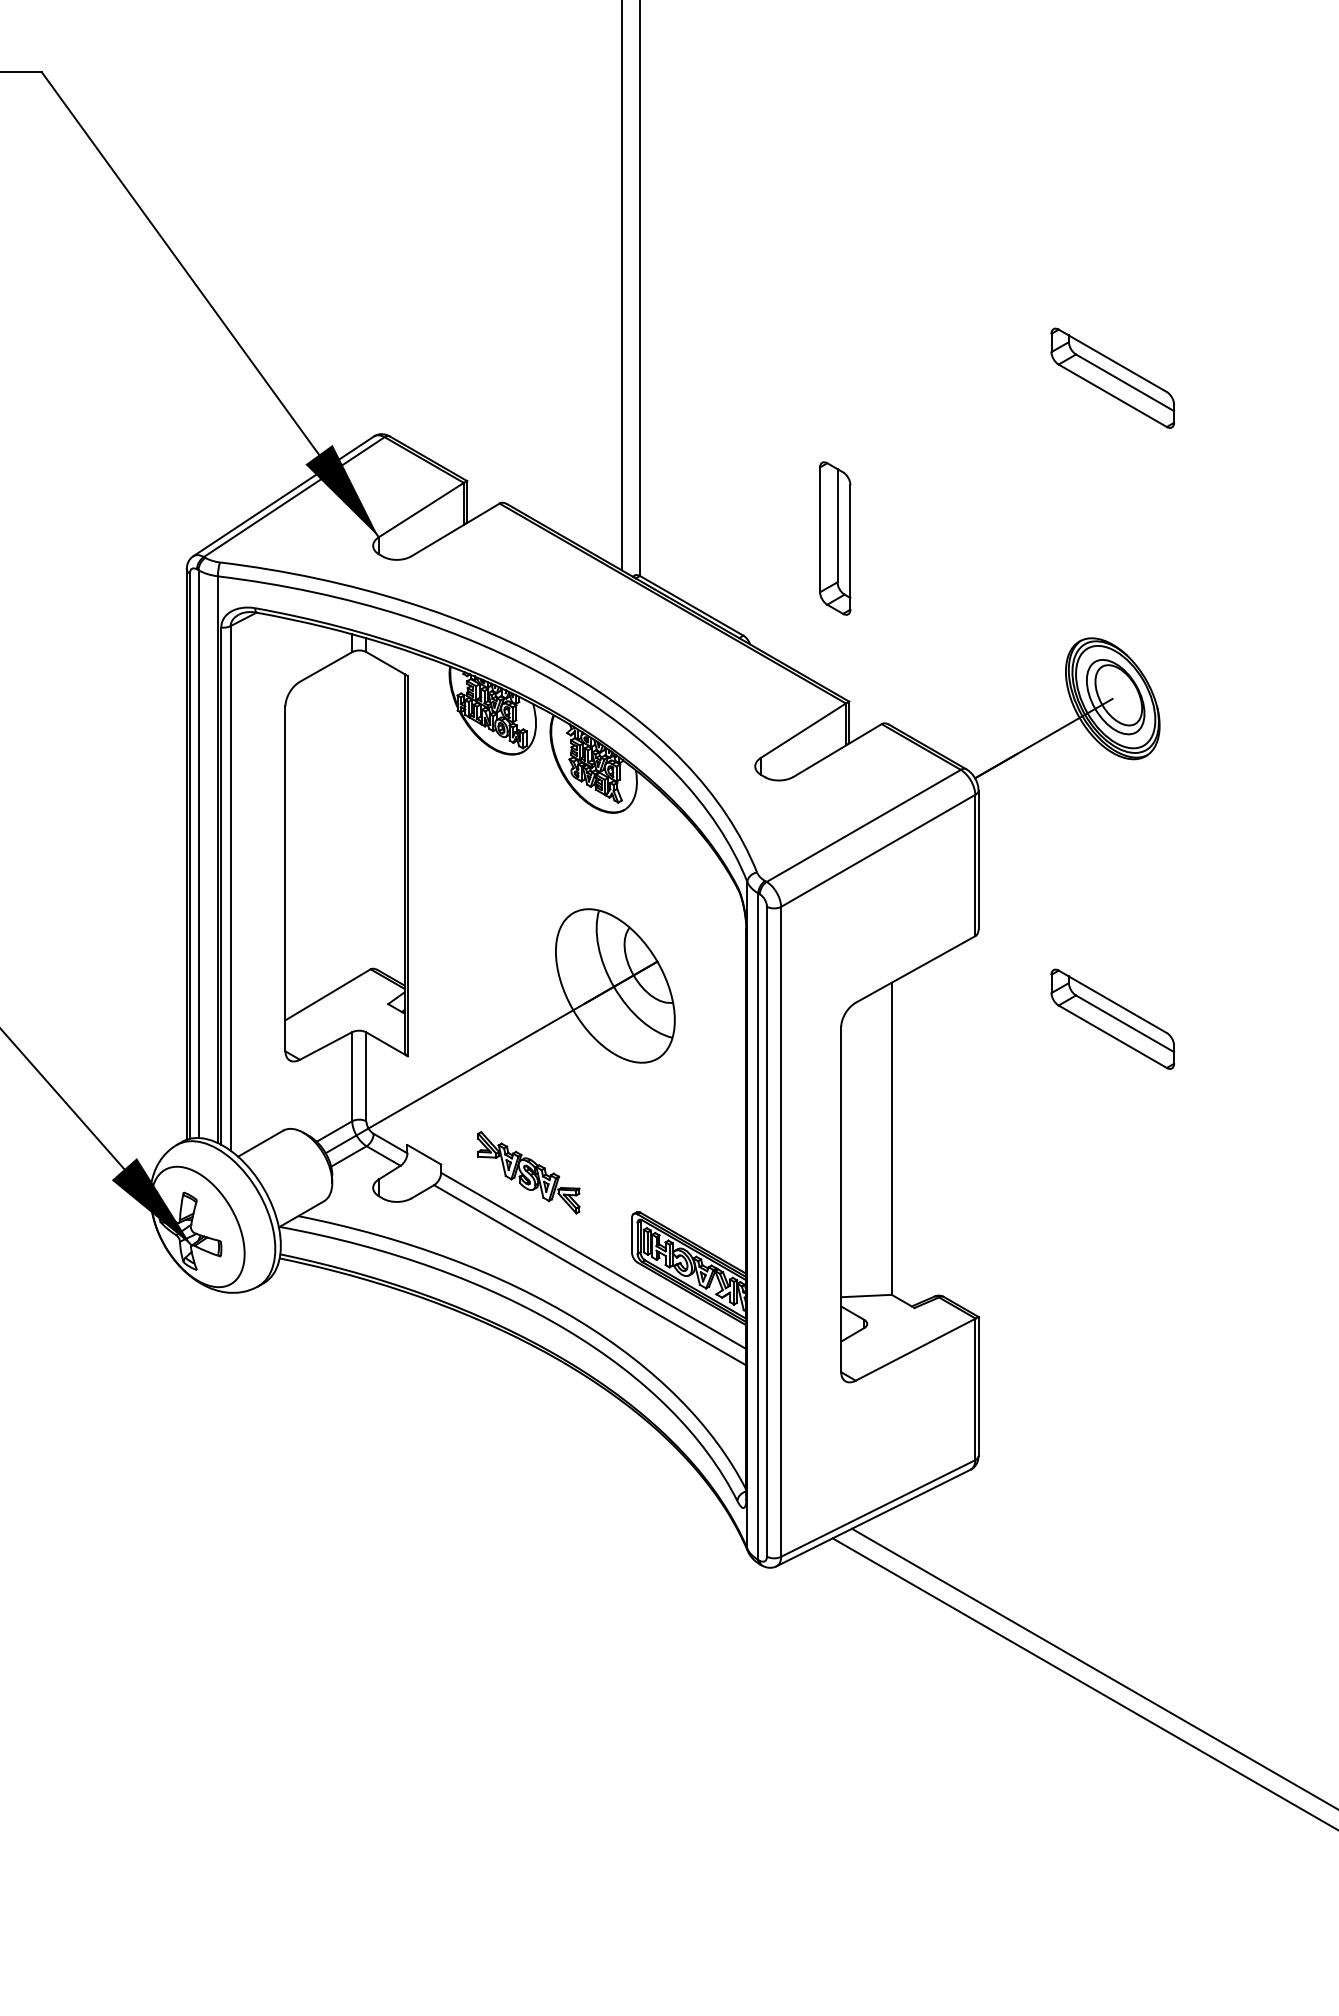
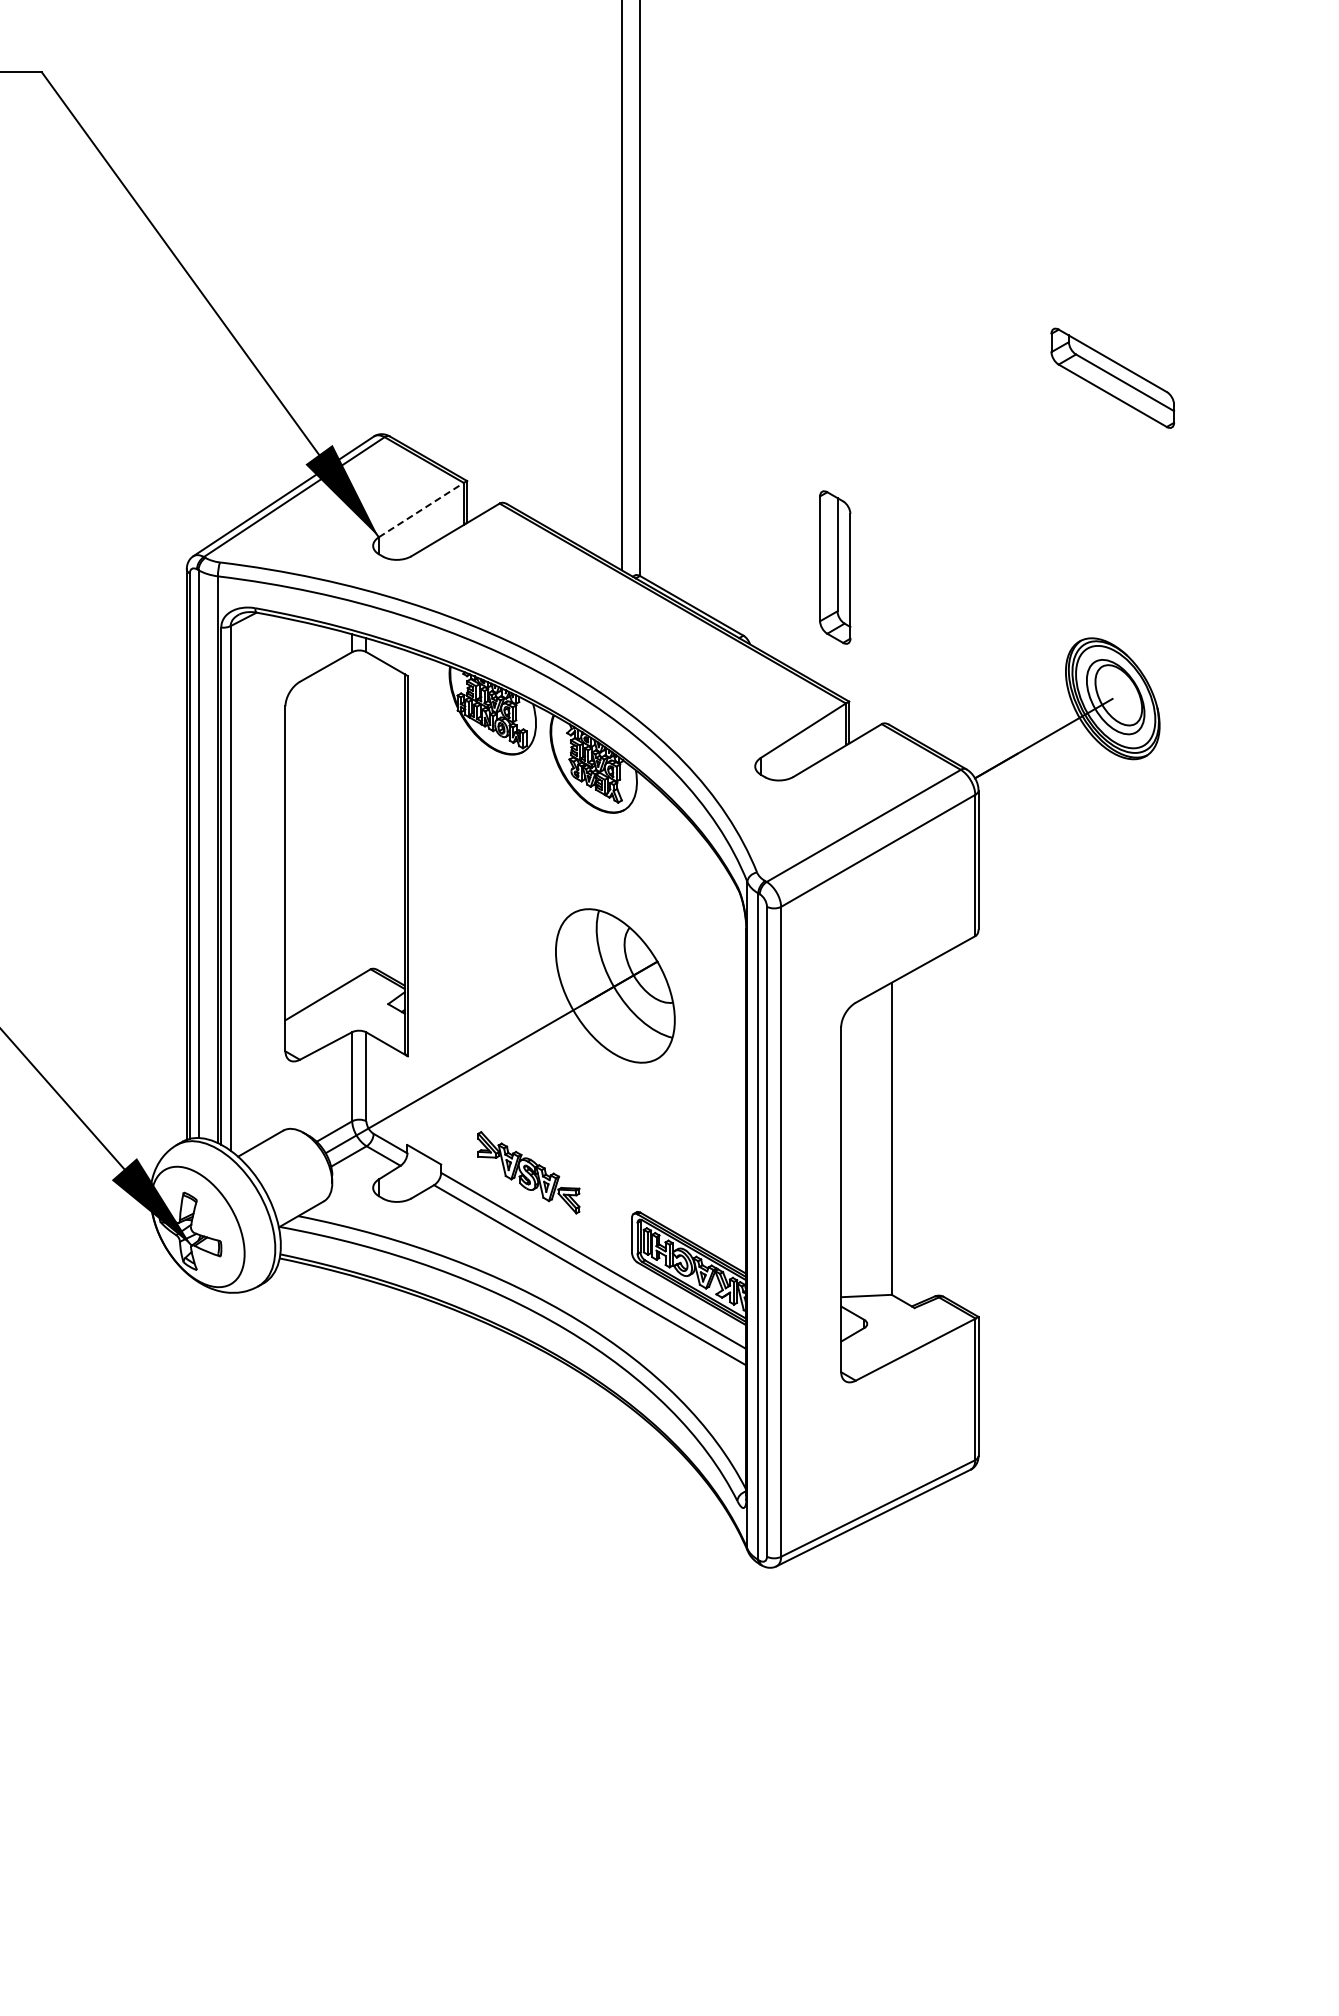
line at (421, 509): solid -> dashed
part at (835, 538) position: (835, 538) -> (835, 567)
part at (1112, 1018): present -> none
line at (1093, 1667): present -> none
line at (1083, 1683): present -> none
